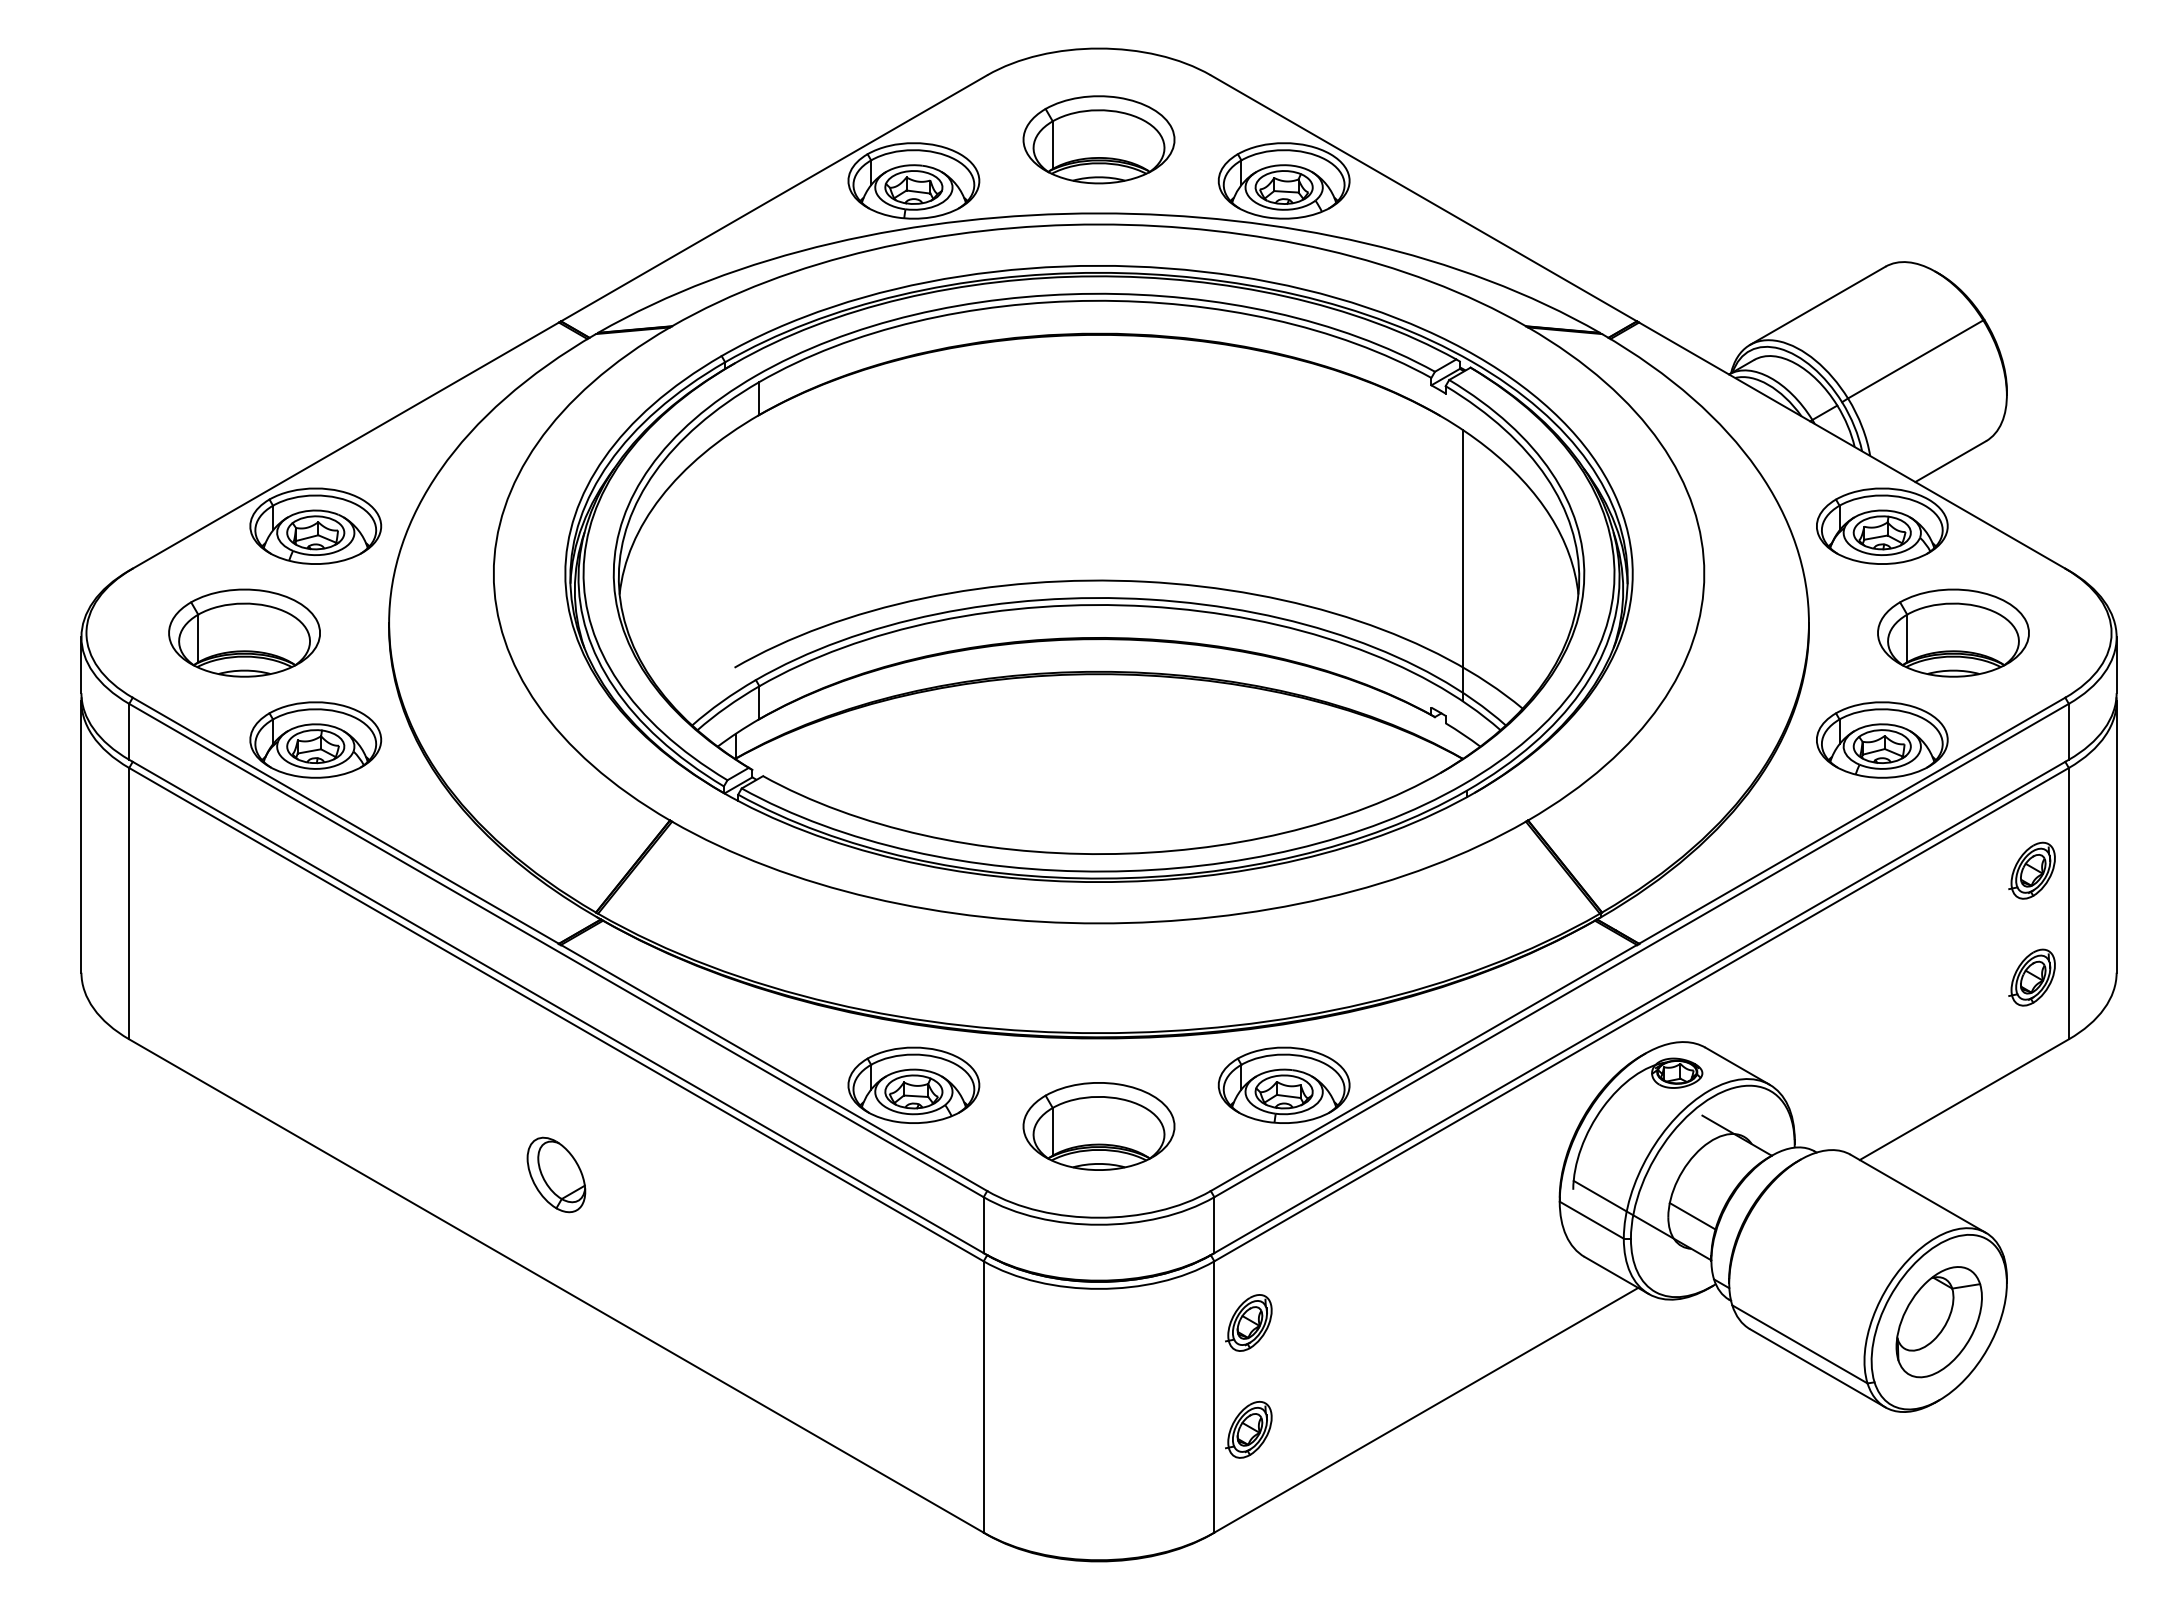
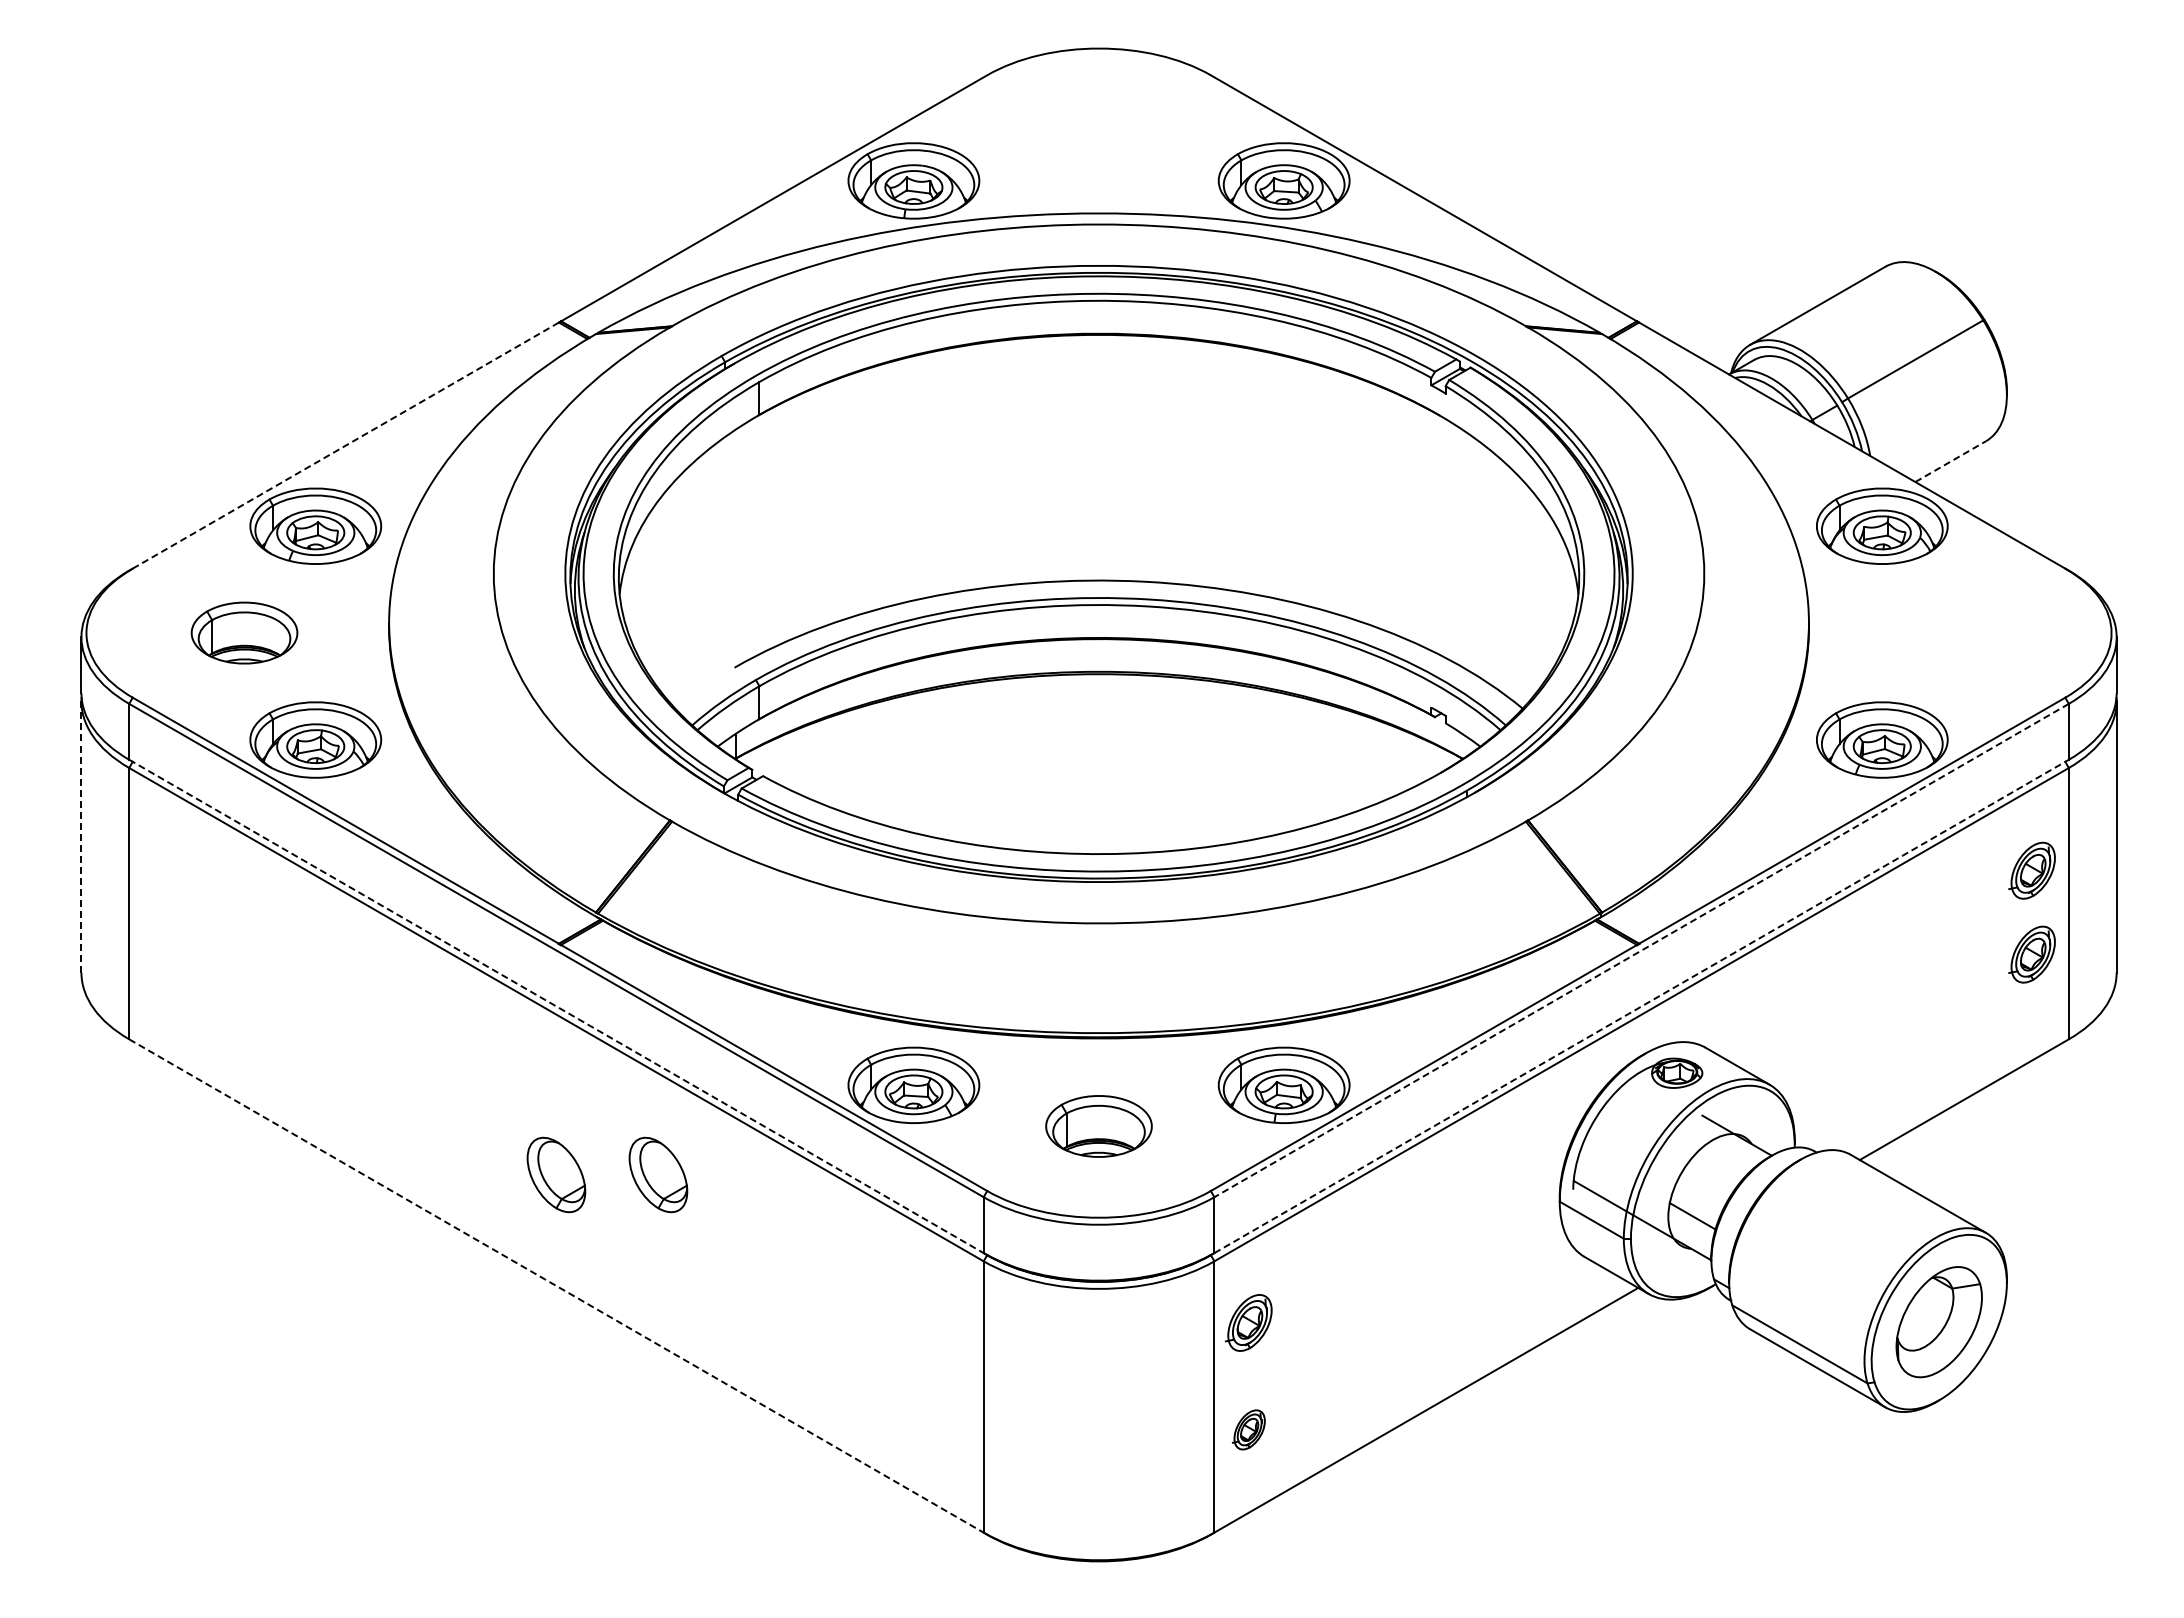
part at (1098, 139): present -> none
line at (345, 445): solid -> dashed
line at (1950, 461): solid -> dashed
line at (1462, 565): present -> none
part at (244, 632) size: 153x90 px -> 109x64 px
part at (1953, 632): present -> none
line at (81, 837): solid -> dashed
line at (1641, 950): solid -> dashed
part at (2031, 977) position: (2031, 977) -> (2031, 954)
line at (556, 1006): solid -> dashed
line at (1642, 1006): solid -> dashed
part at (1098, 1126) size: 154x89 px -> 108x63 px
part at (658, 1174): none -> present
line at (556, 1286): solid -> dashed
part at (1248, 1429) size: 48x58 px -> 35x42 px
